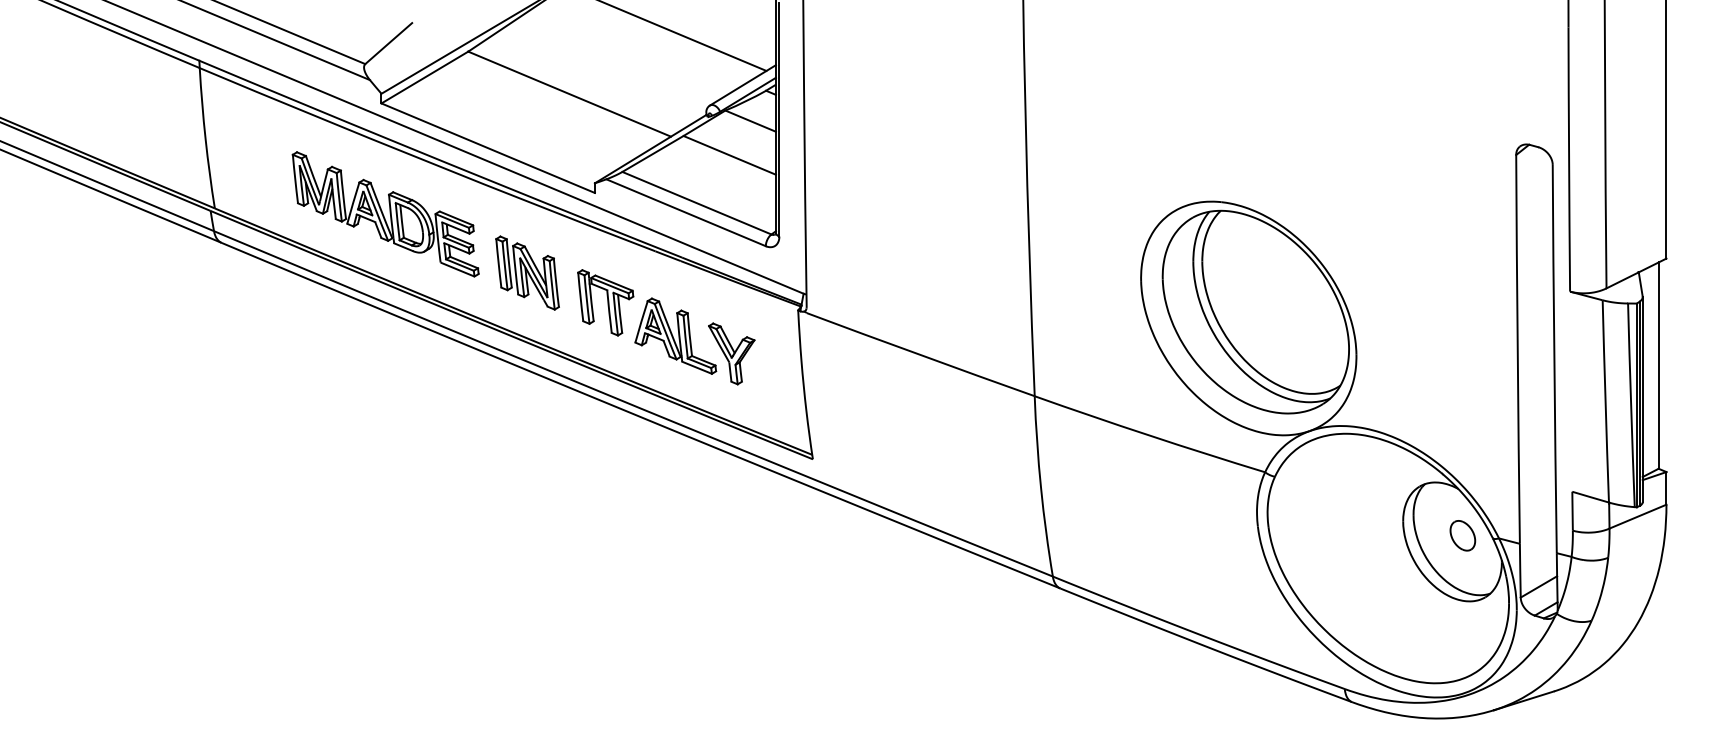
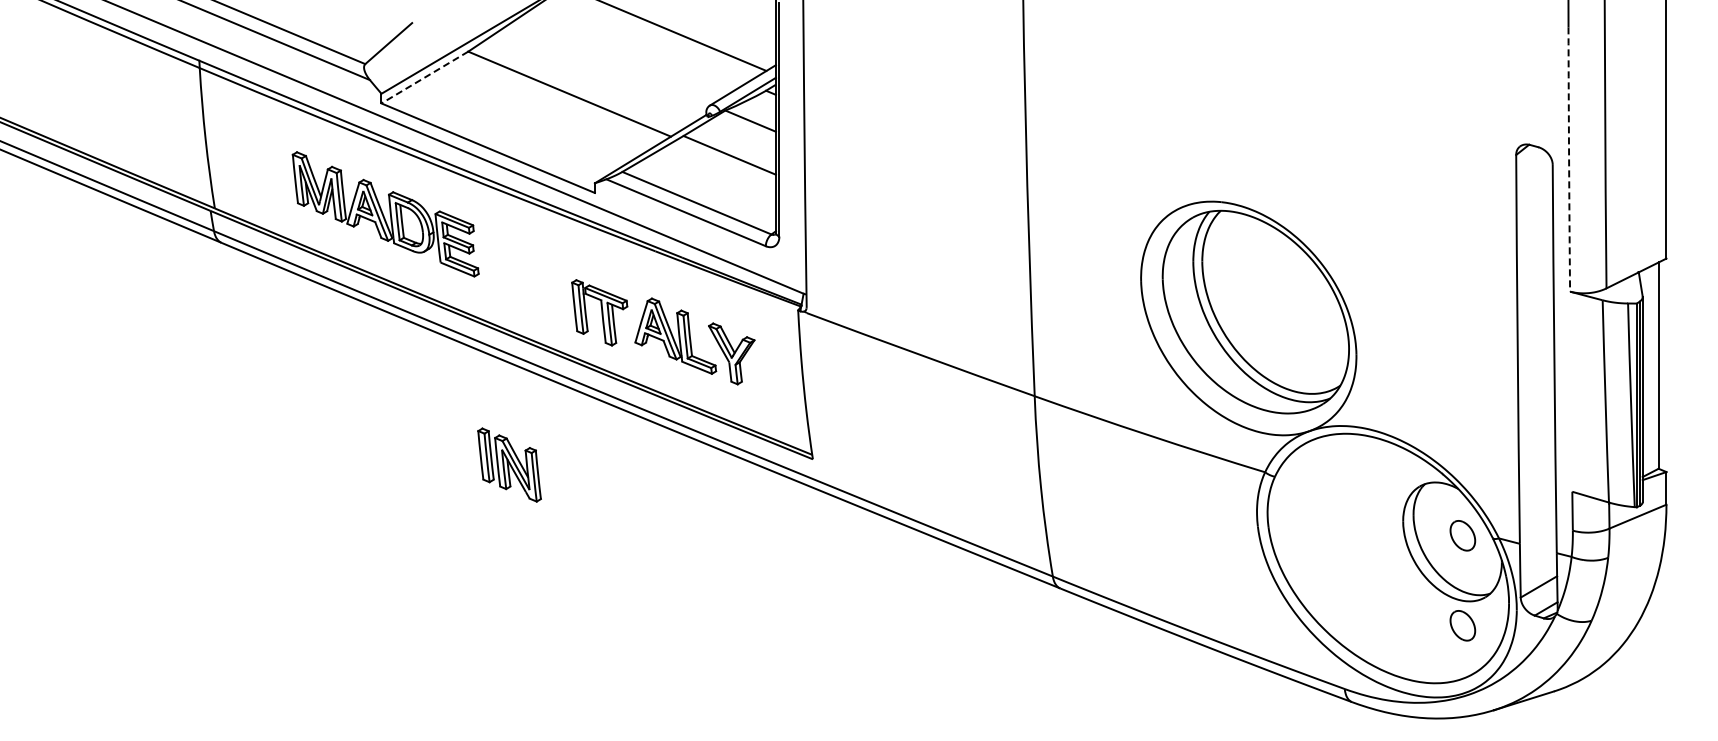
line at (424, 77): solid -> dashed
arc at (1569, 159): solid -> dashed
part at (527, 272) position: (527, 272) -> (509, 464)
part at (605, 302) position: (605, 302) -> (599, 312)
part at (1462, 625): none -> present
